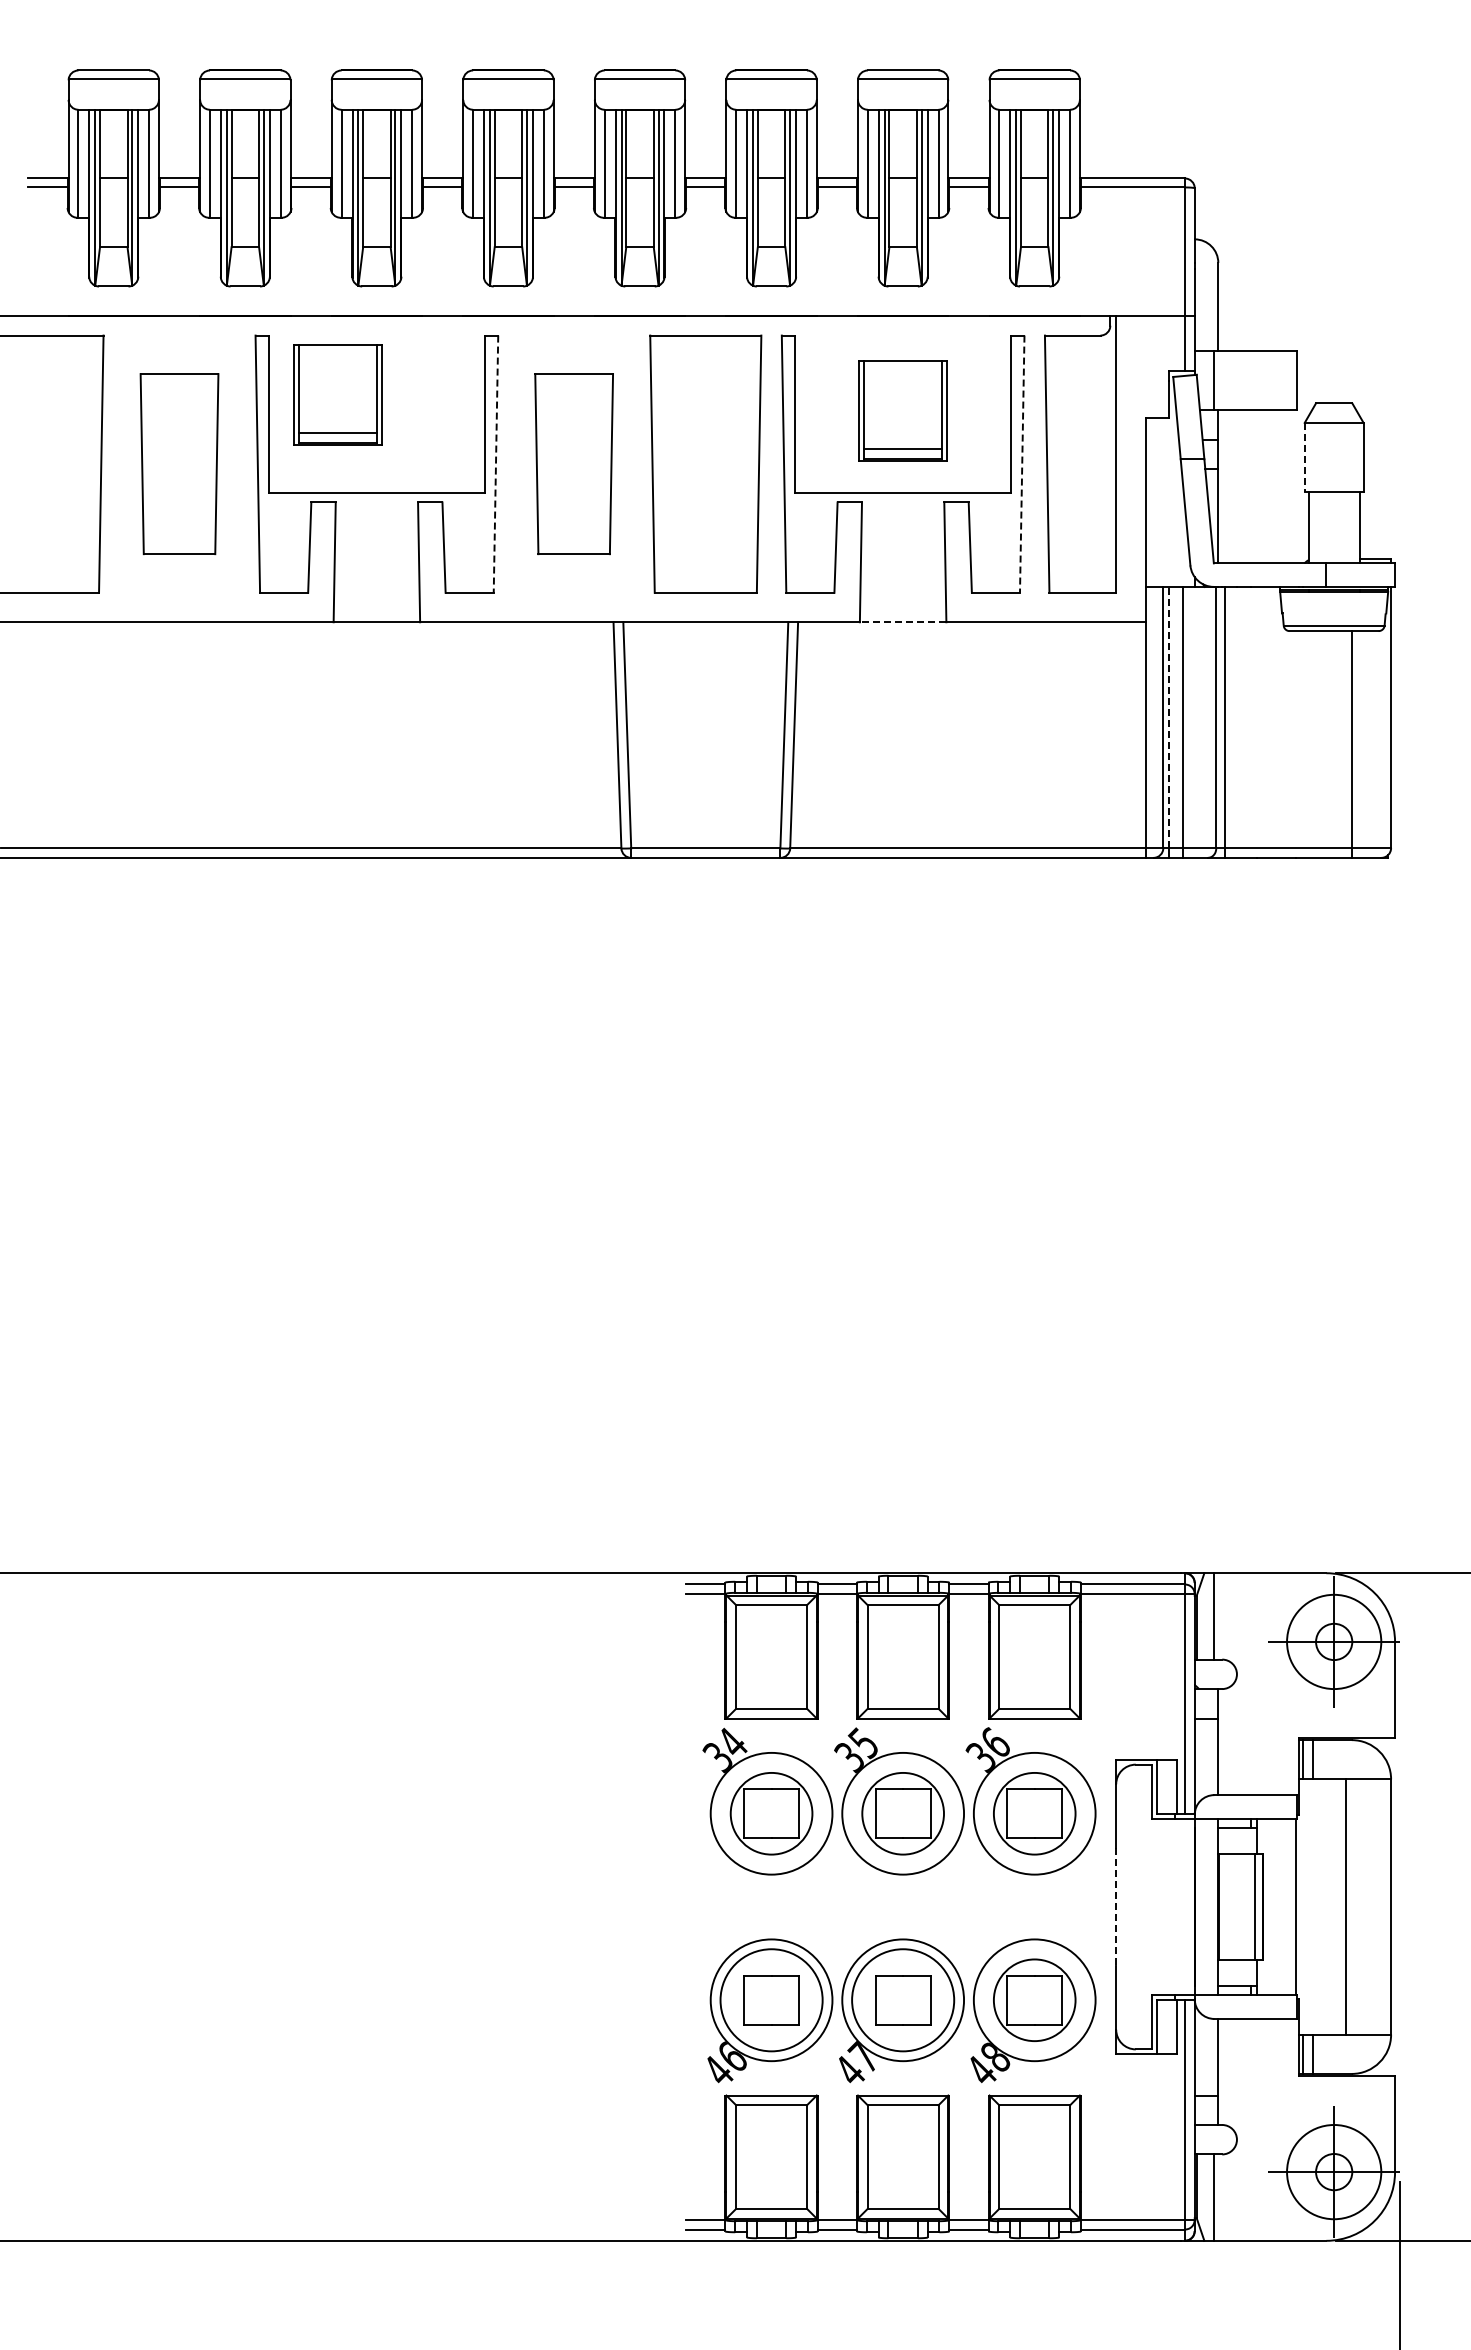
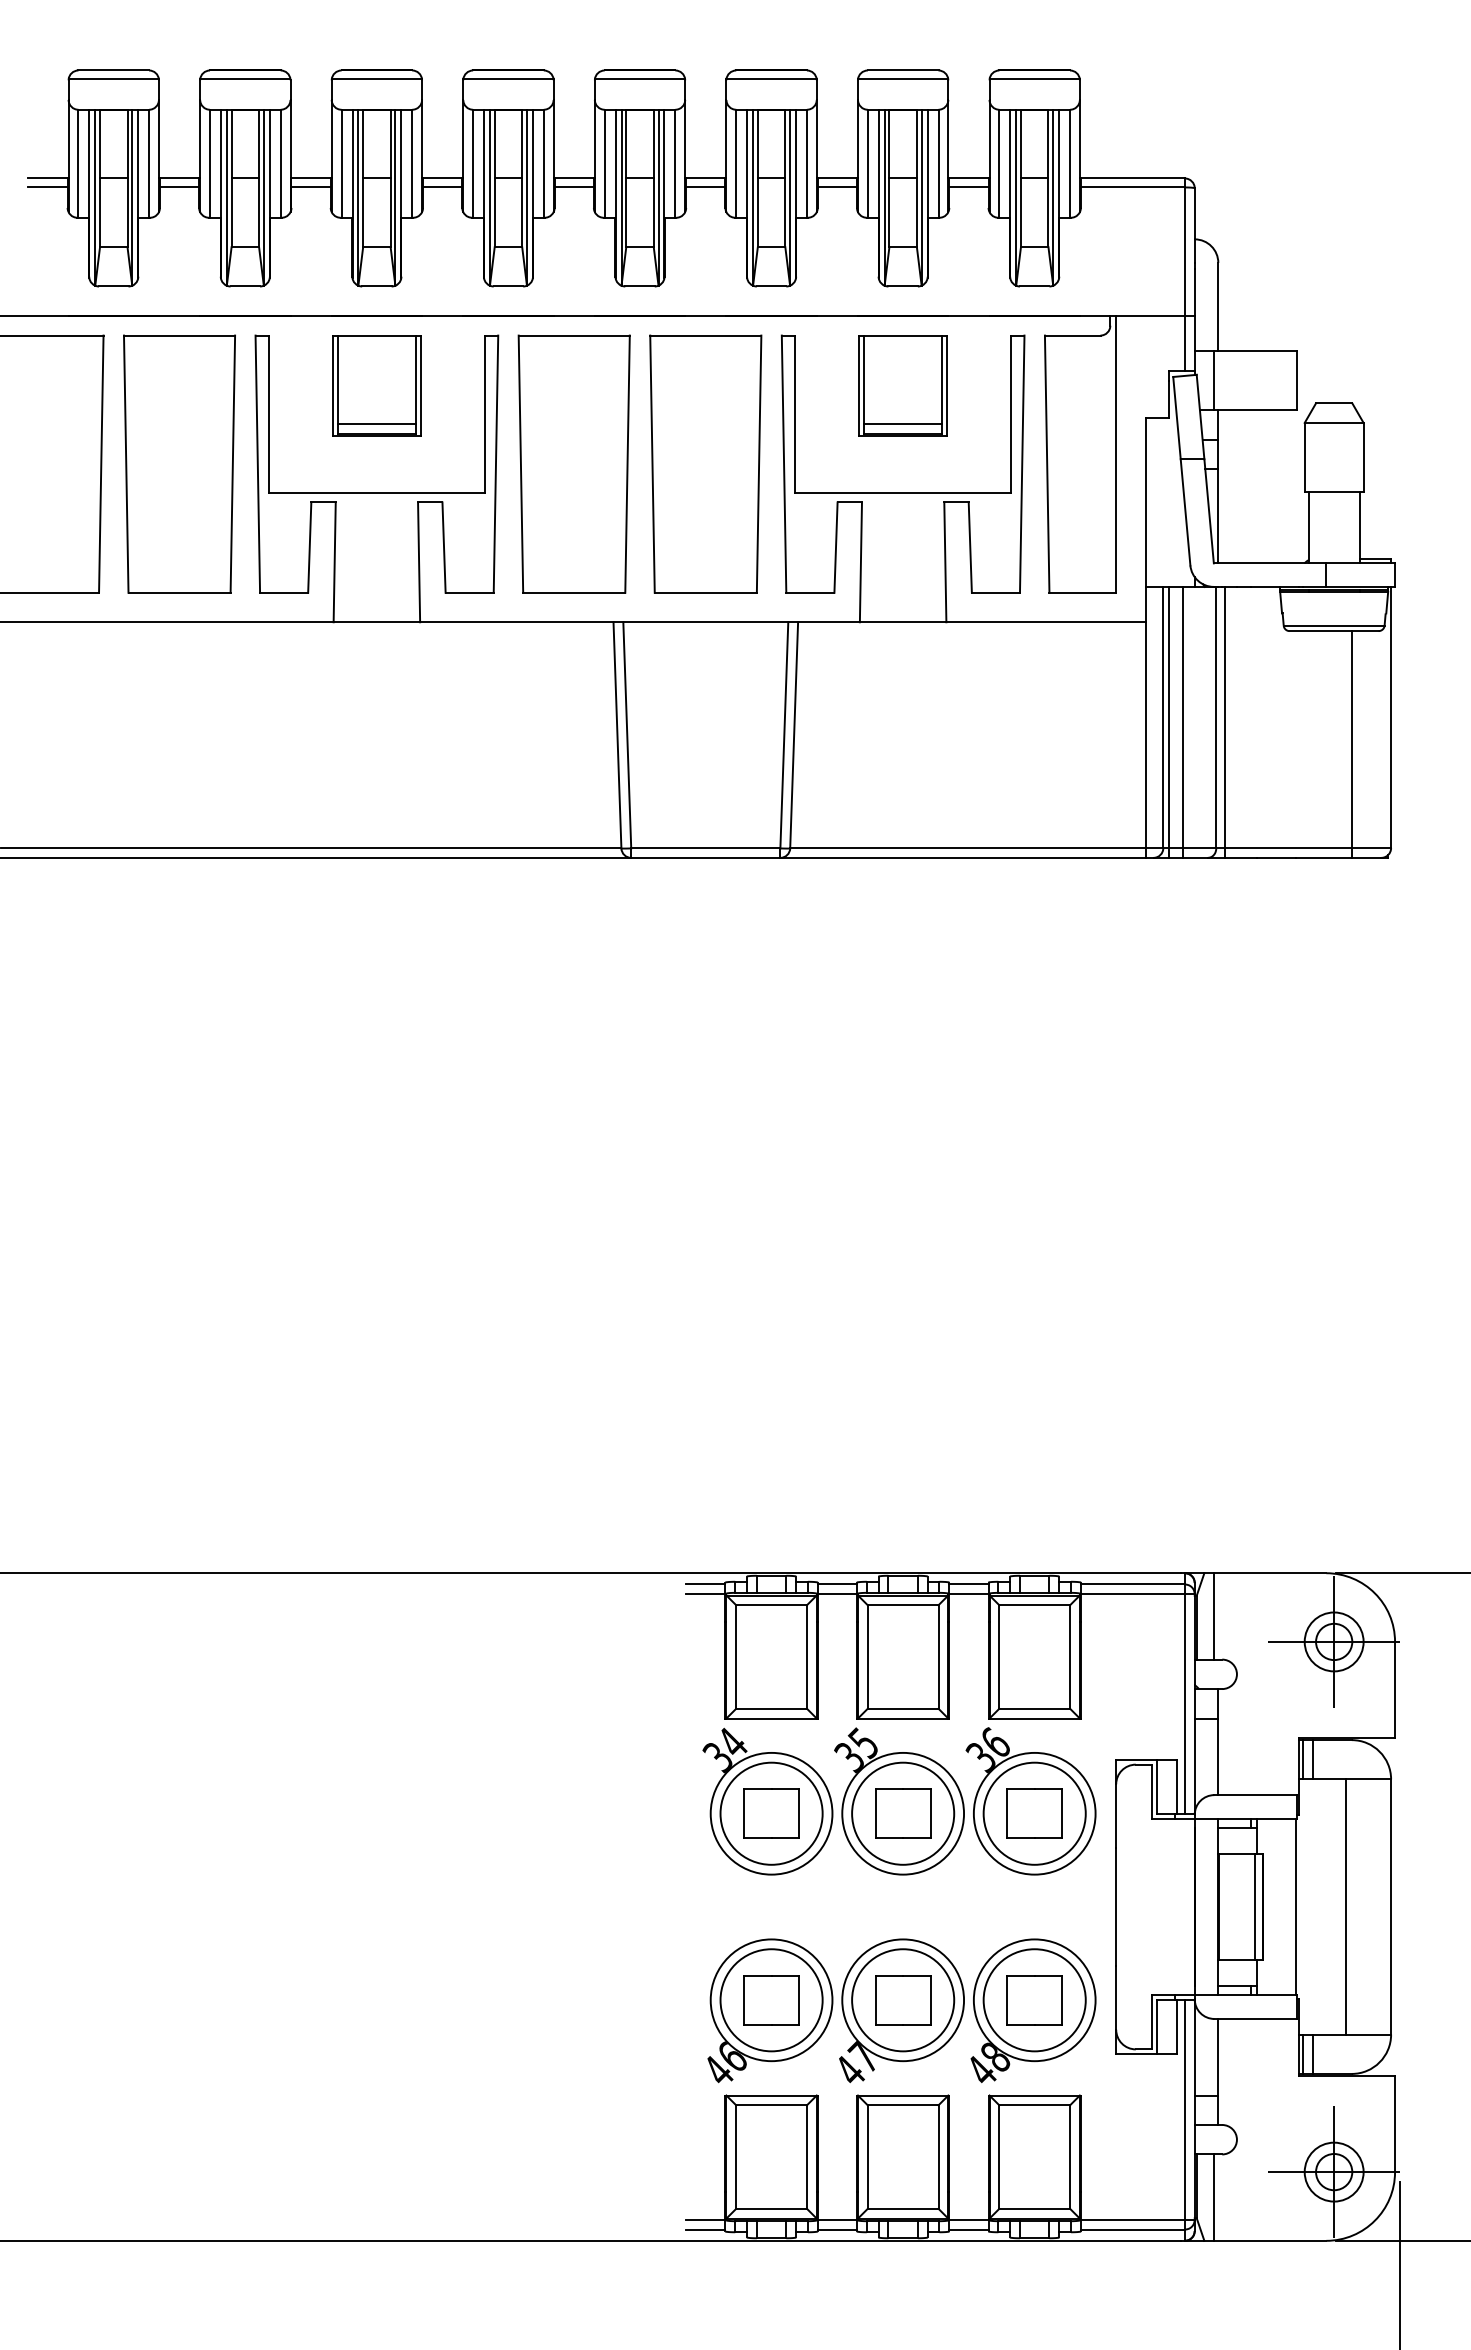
part at (337, 394) position: (337, 394) -> (376, 385)
part at (902, 410) position: (902, 410) -> (902, 385)
line at (1304, 457): dashed -> solid
part at (179, 464) size: 81x183 px -> 113x260 px
line at (495, 464): dashed -> solid
part at (573, 464) size: 80x183 px -> 114x260 px
line at (1022, 464): dashed -> solid
line at (902, 622): dashed -> solid
line at (1169, 717): dashed -> solid
circle at (1334, 1641) diameter: 94 px -> 59 px
circle at (771, 1813) diameter: 82 px -> 102 px
circle at (902, 1813) diameter: 82 px -> 102 px
circle at (1034, 1813) diameter: 82 px -> 102 px
line at (1116, 1907): dashed -> solid
circle at (1034, 2000) diameter: 82 px -> 102 px
circle at (1334, 2171) diameter: 94 px -> 59 px
